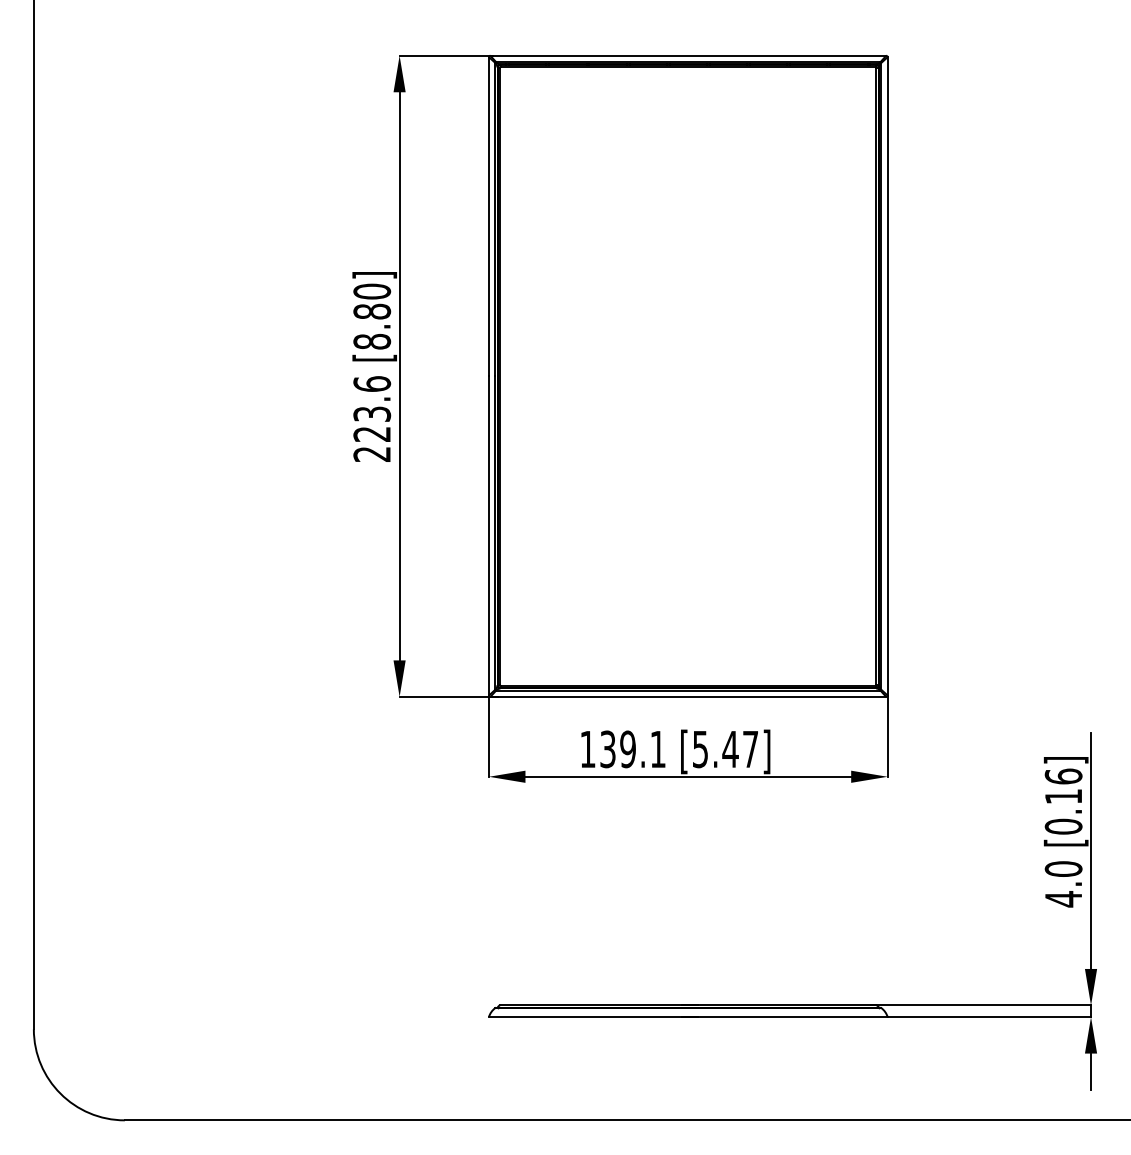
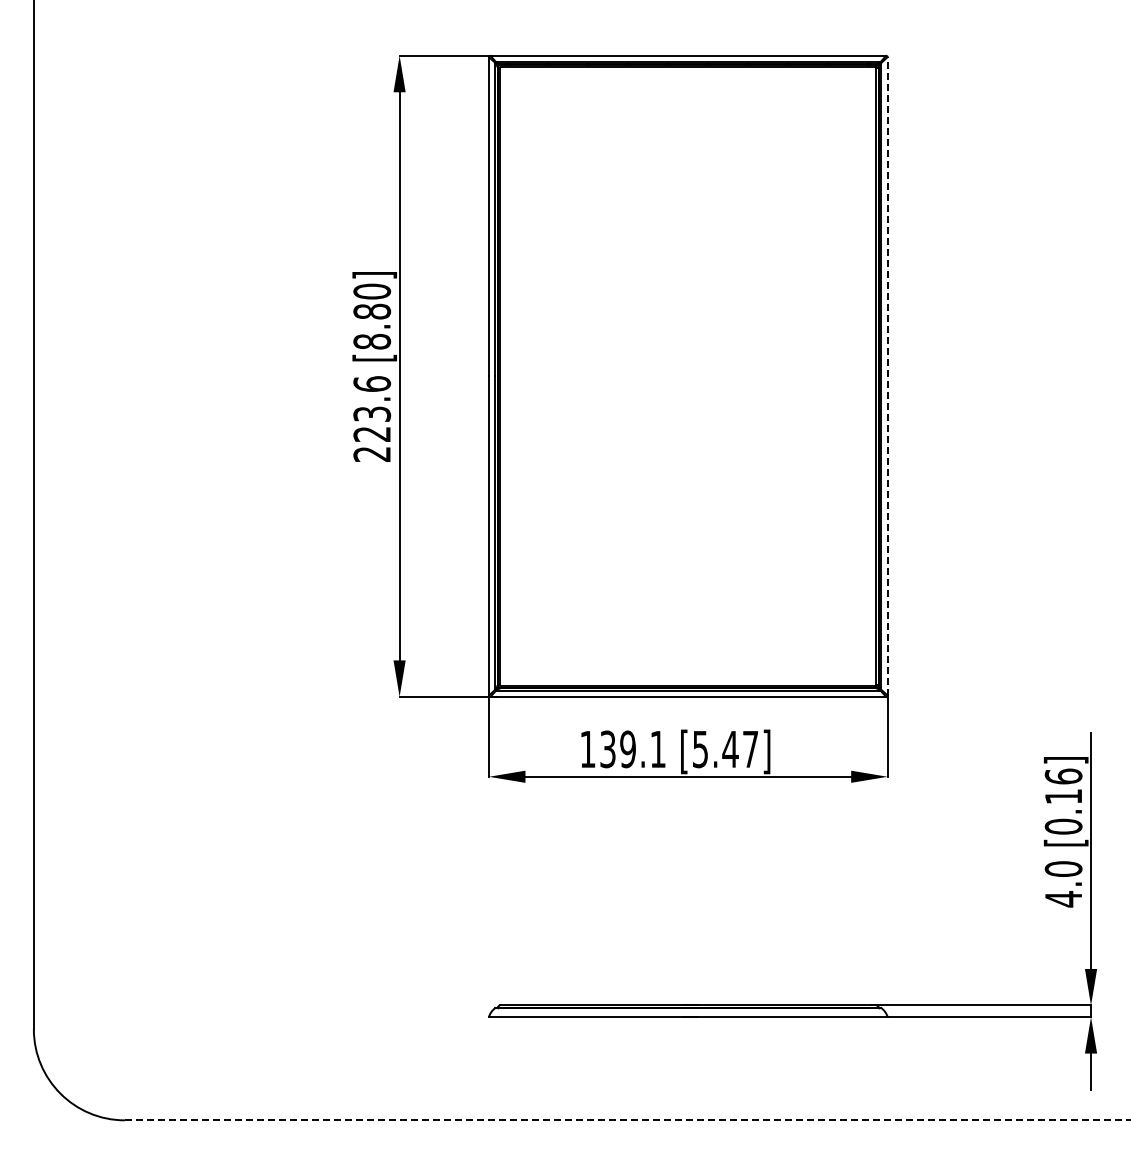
line at (887, 375): solid -> dashed
line at (627, 1120): solid -> dashed
